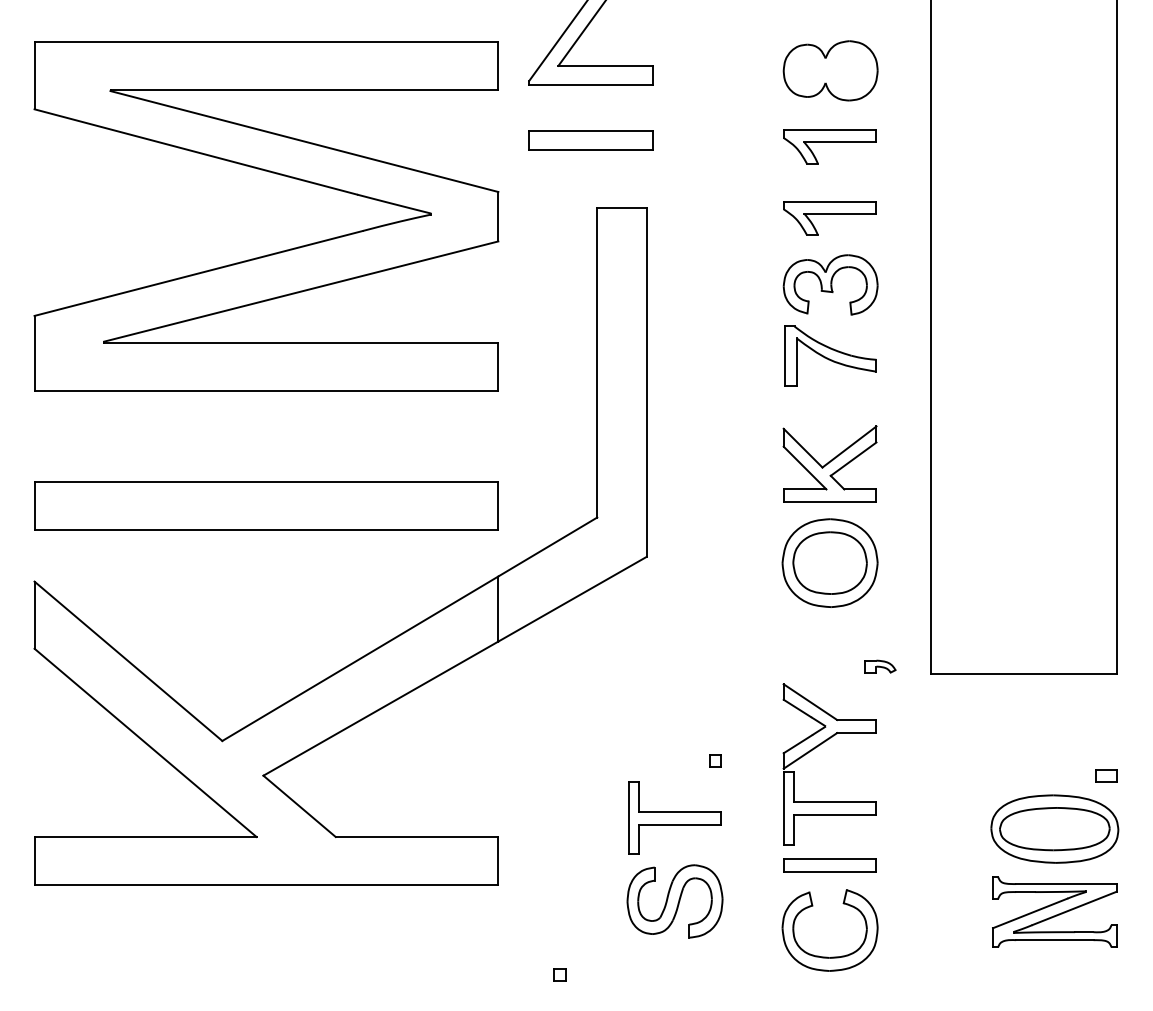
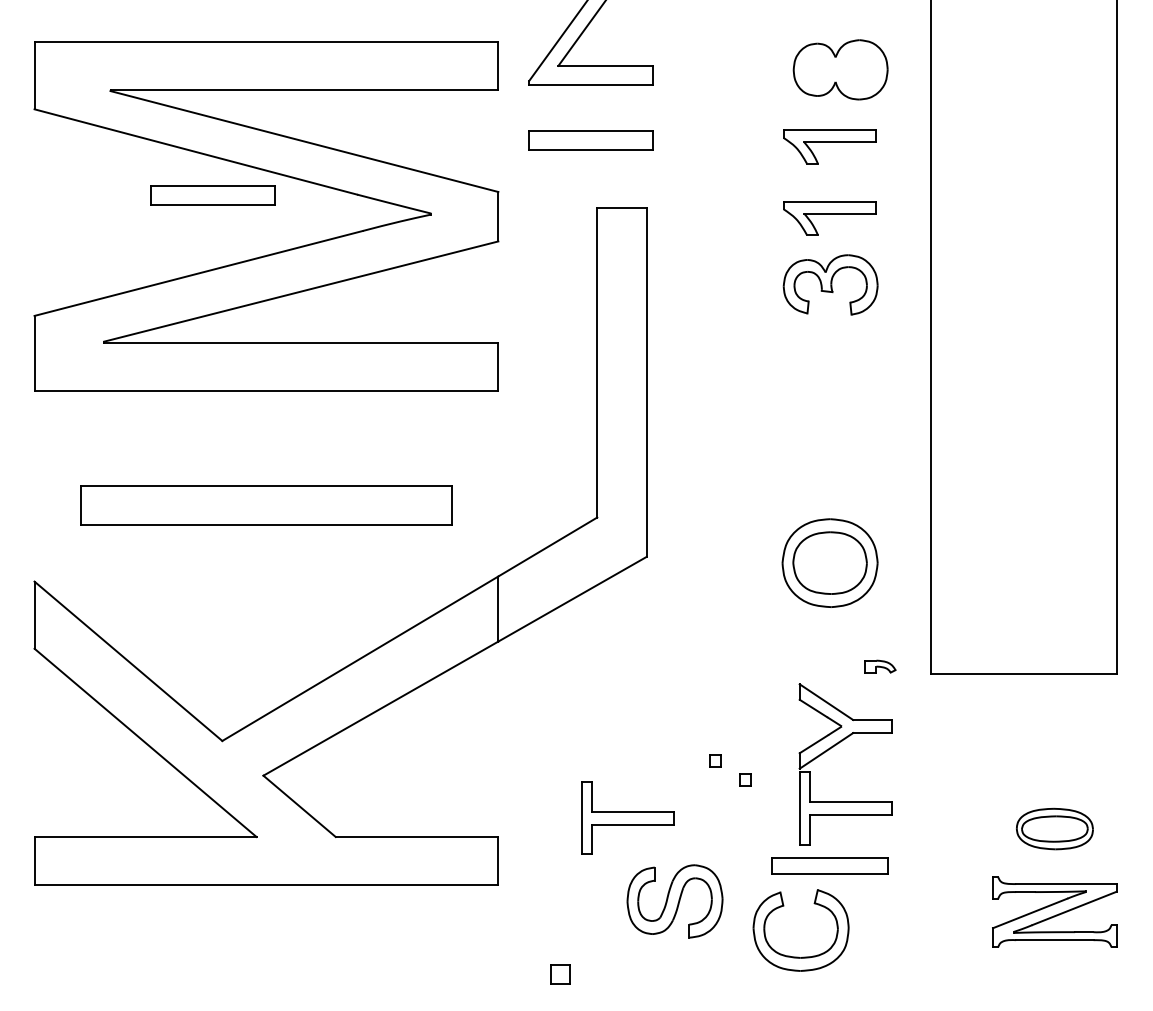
part at (830, 70) position: (830, 70) -> (840, 69)
part at (212, 195): none -> present
part at (830, 355): present -> none
part at (829, 463): present -> none
part at (266, 505) size: 465x50 px -> 373x41 px
part at (817, 747) position: (817, 747) -> (833, 747)
part at (1106, 775): present -> none
part at (745, 779): none -> present
part at (674, 817) position: (674, 817) -> (627, 817)
part at (1054, 828) size: 130x70 px -> 78x44 px
part at (829, 865) size: 94x15 px -> 118x18 px
part at (827, 956) position: (827, 956) -> (798, 956)
part at (559, 974) size: 14x14 px -> 21x21 px
